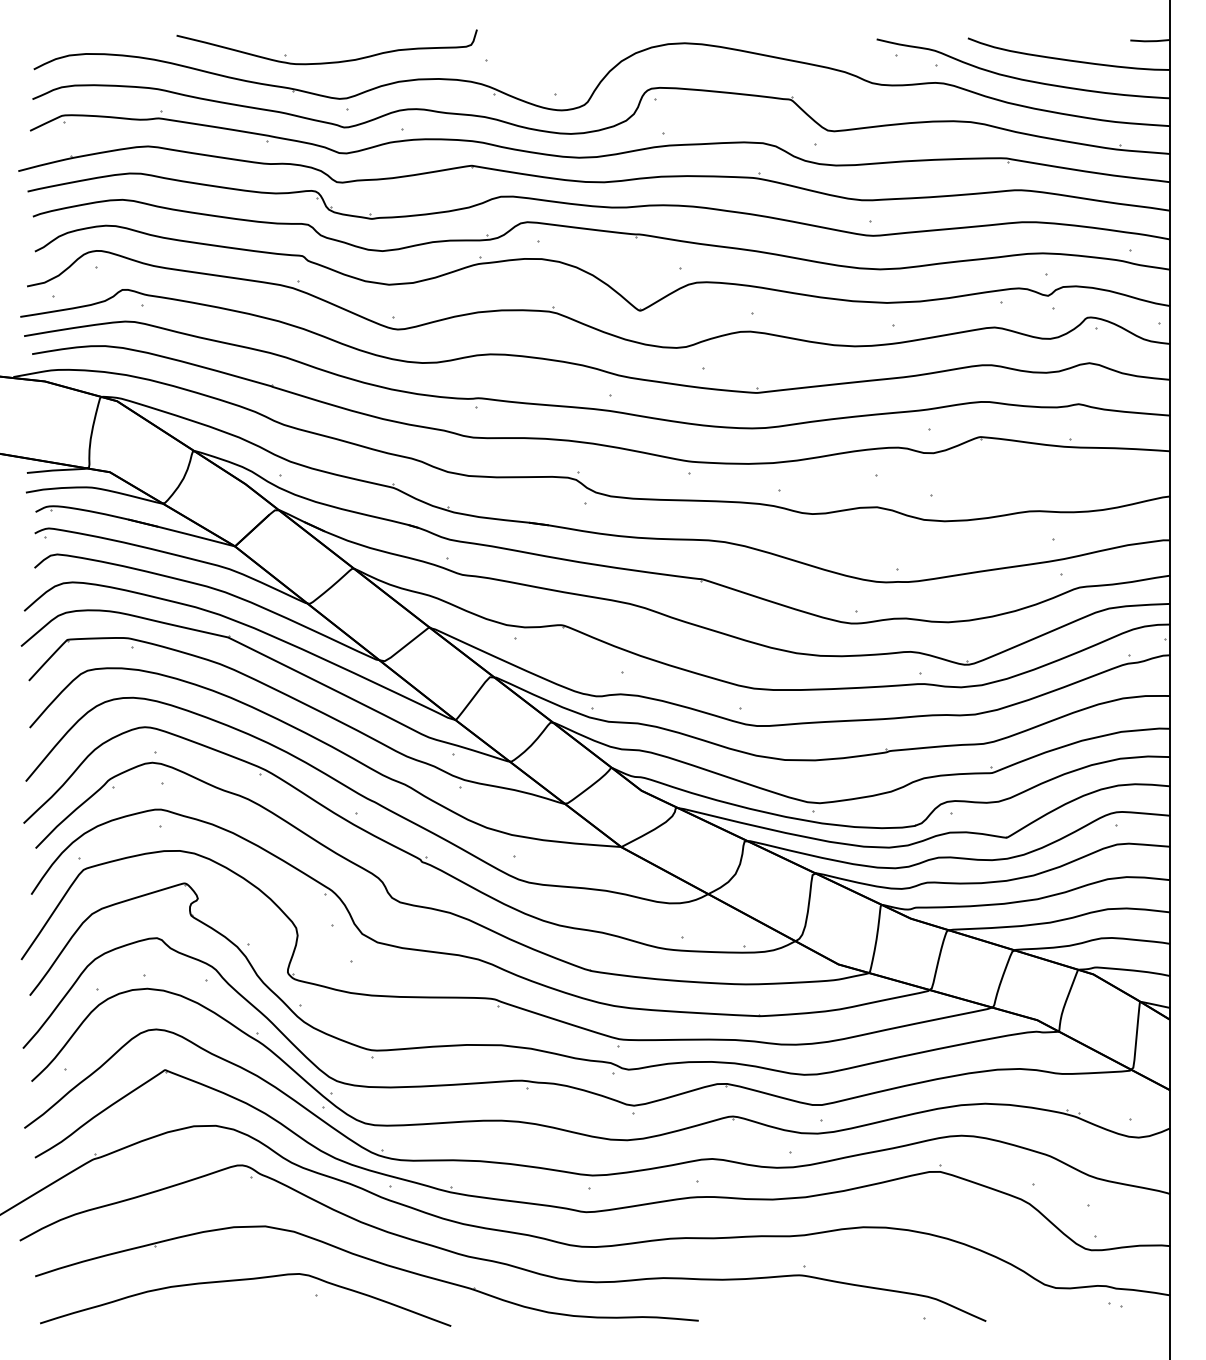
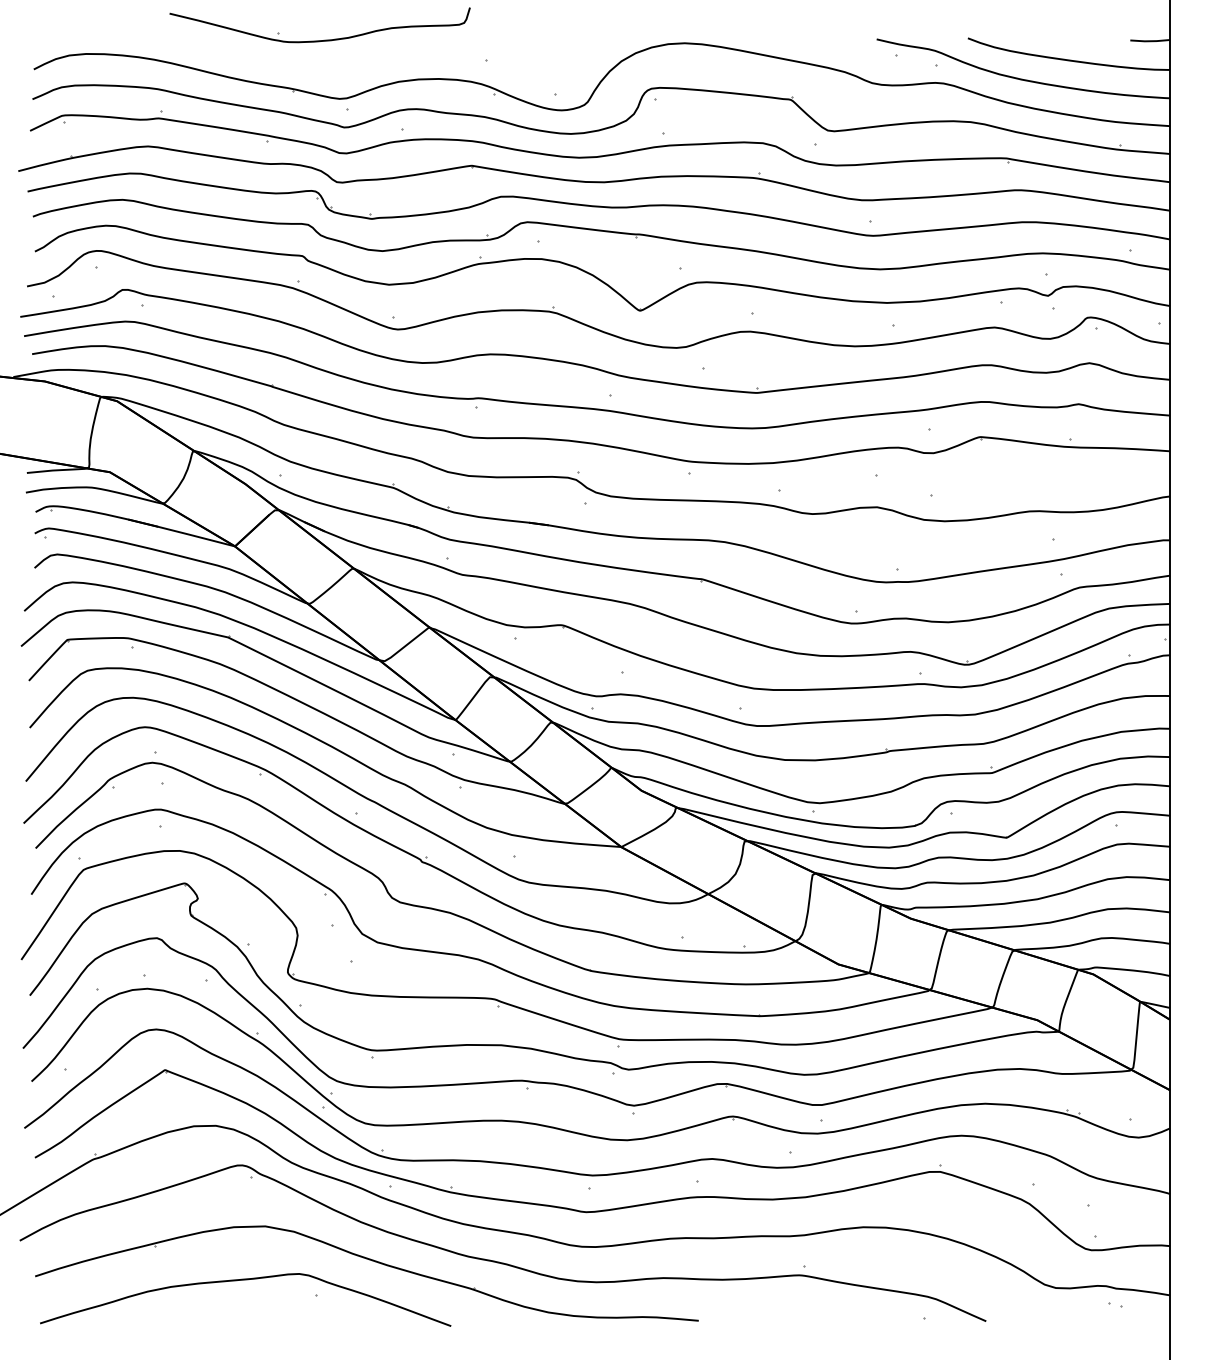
part at (331, 61) position: (331, 61) -> (324, 39)
